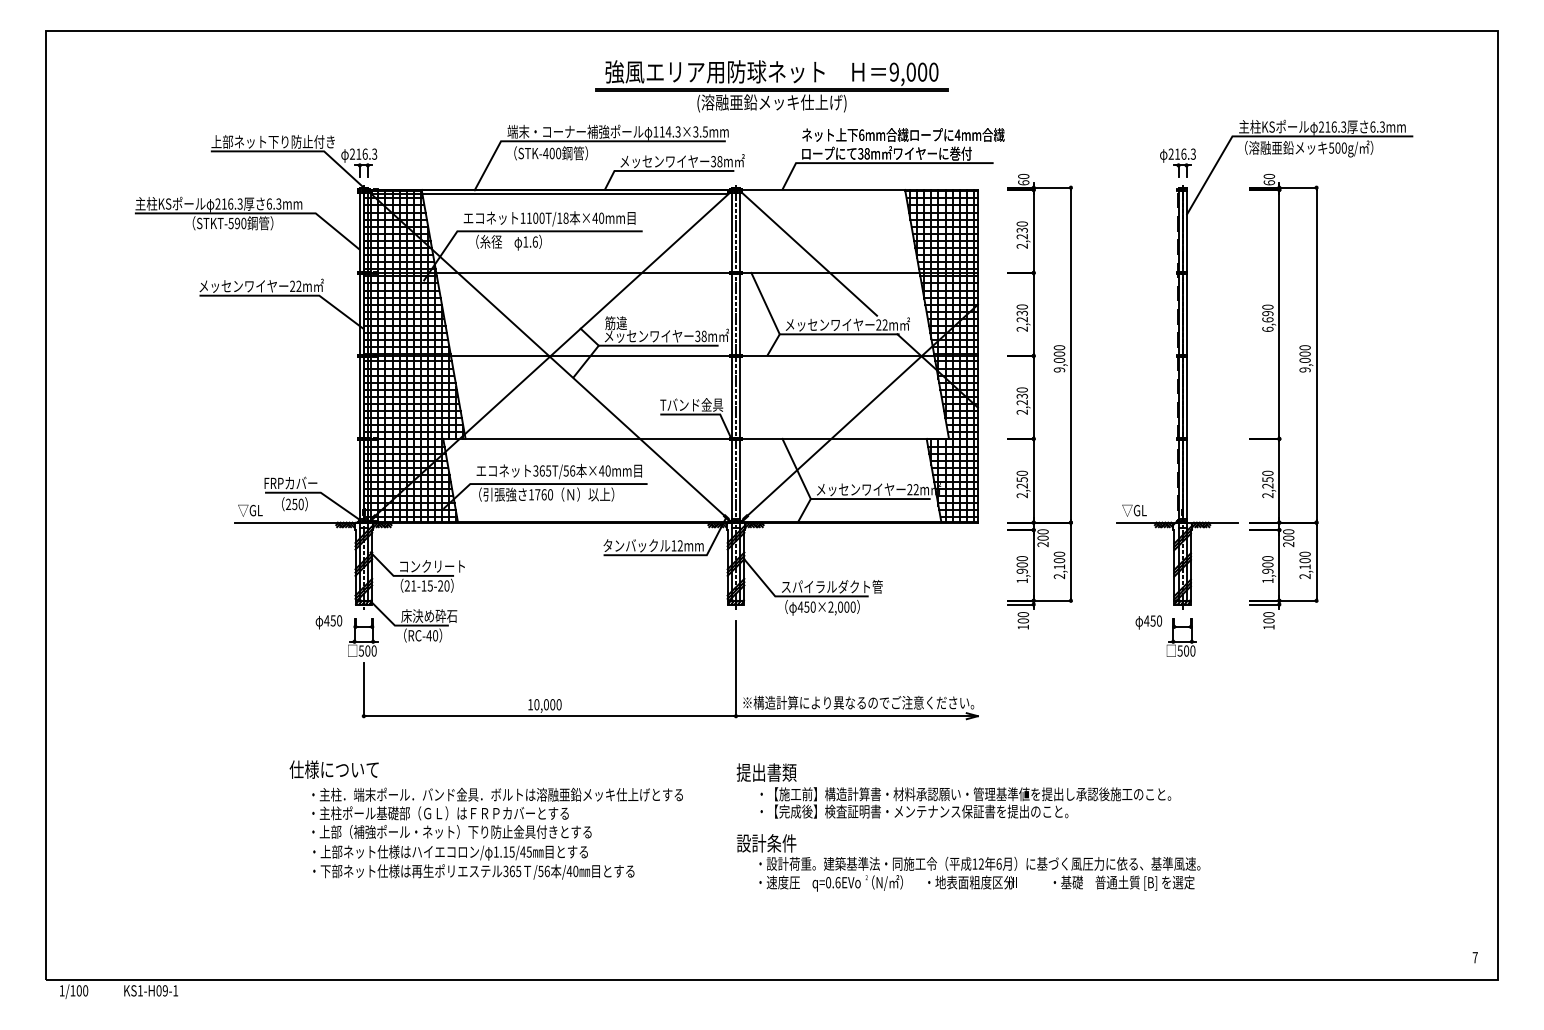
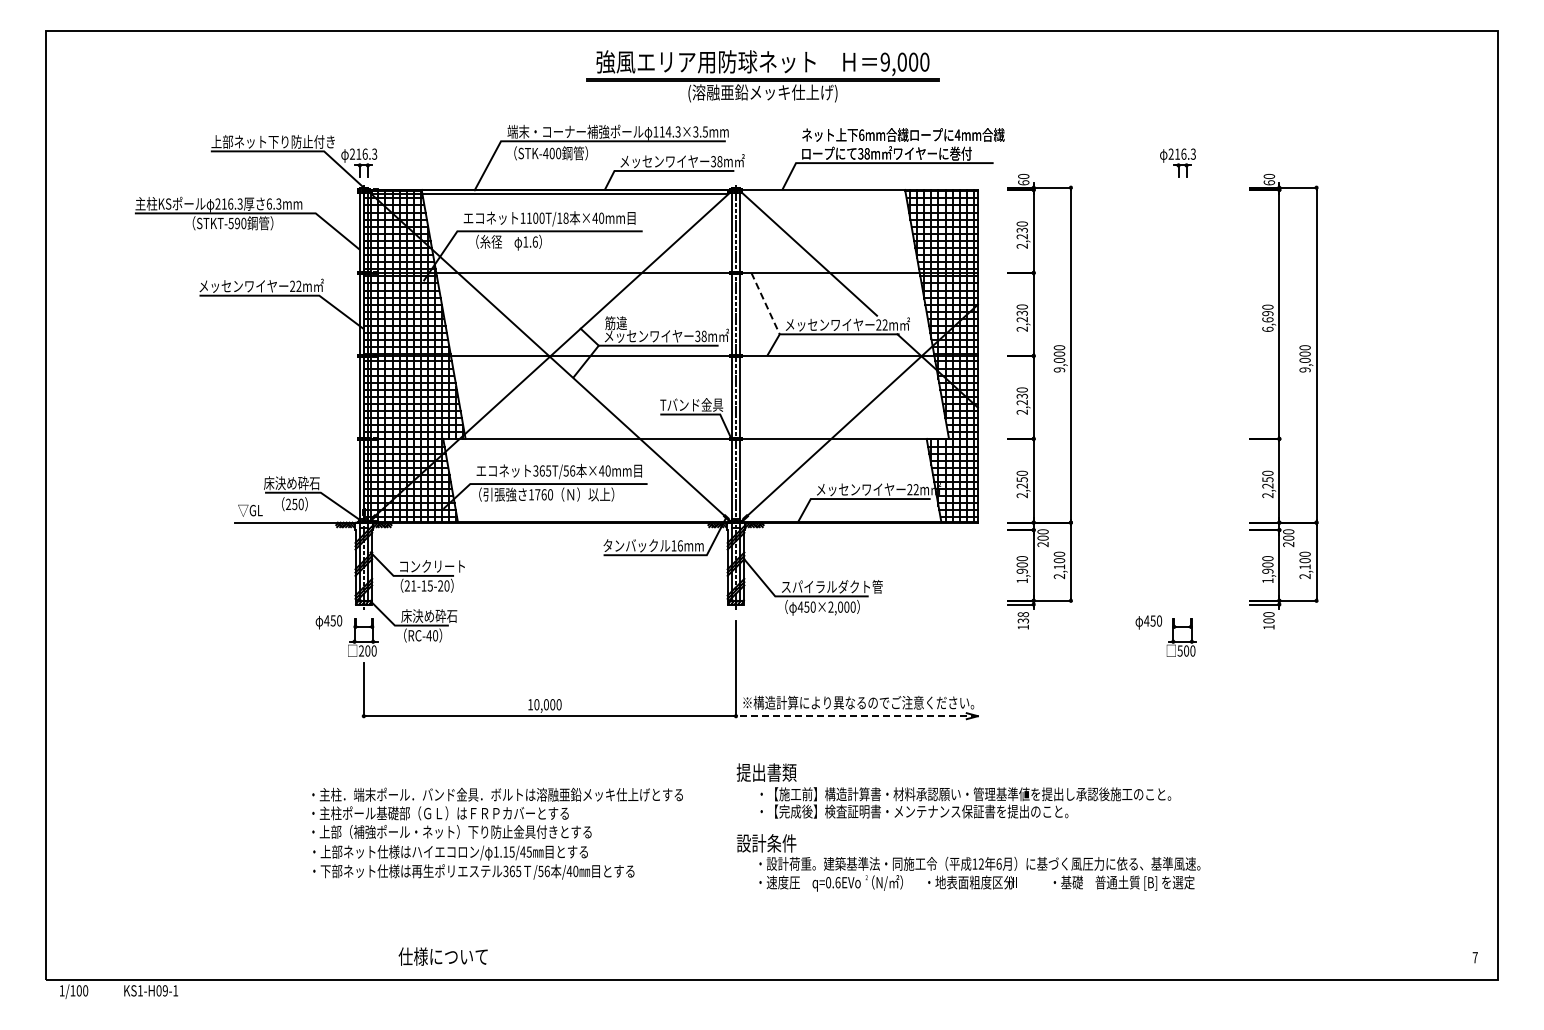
part at (771, 86) position: (771, 86) -> (762, 76)
line at (765, 303): solid -> dashed
part at (1187, 364): present -> none
line at (796, 468): present -> none
text at (291, 483): FRPカバー -> 床決め砕石
text at (679, 545): 12mm -> 16mm
text at (1023, 617): 100 -> 138
text at (360, 650): 500 -> 200
line at (856, 716): solid -> dashed
text at (333, 769) position: (333, 769) -> (442, 956)
